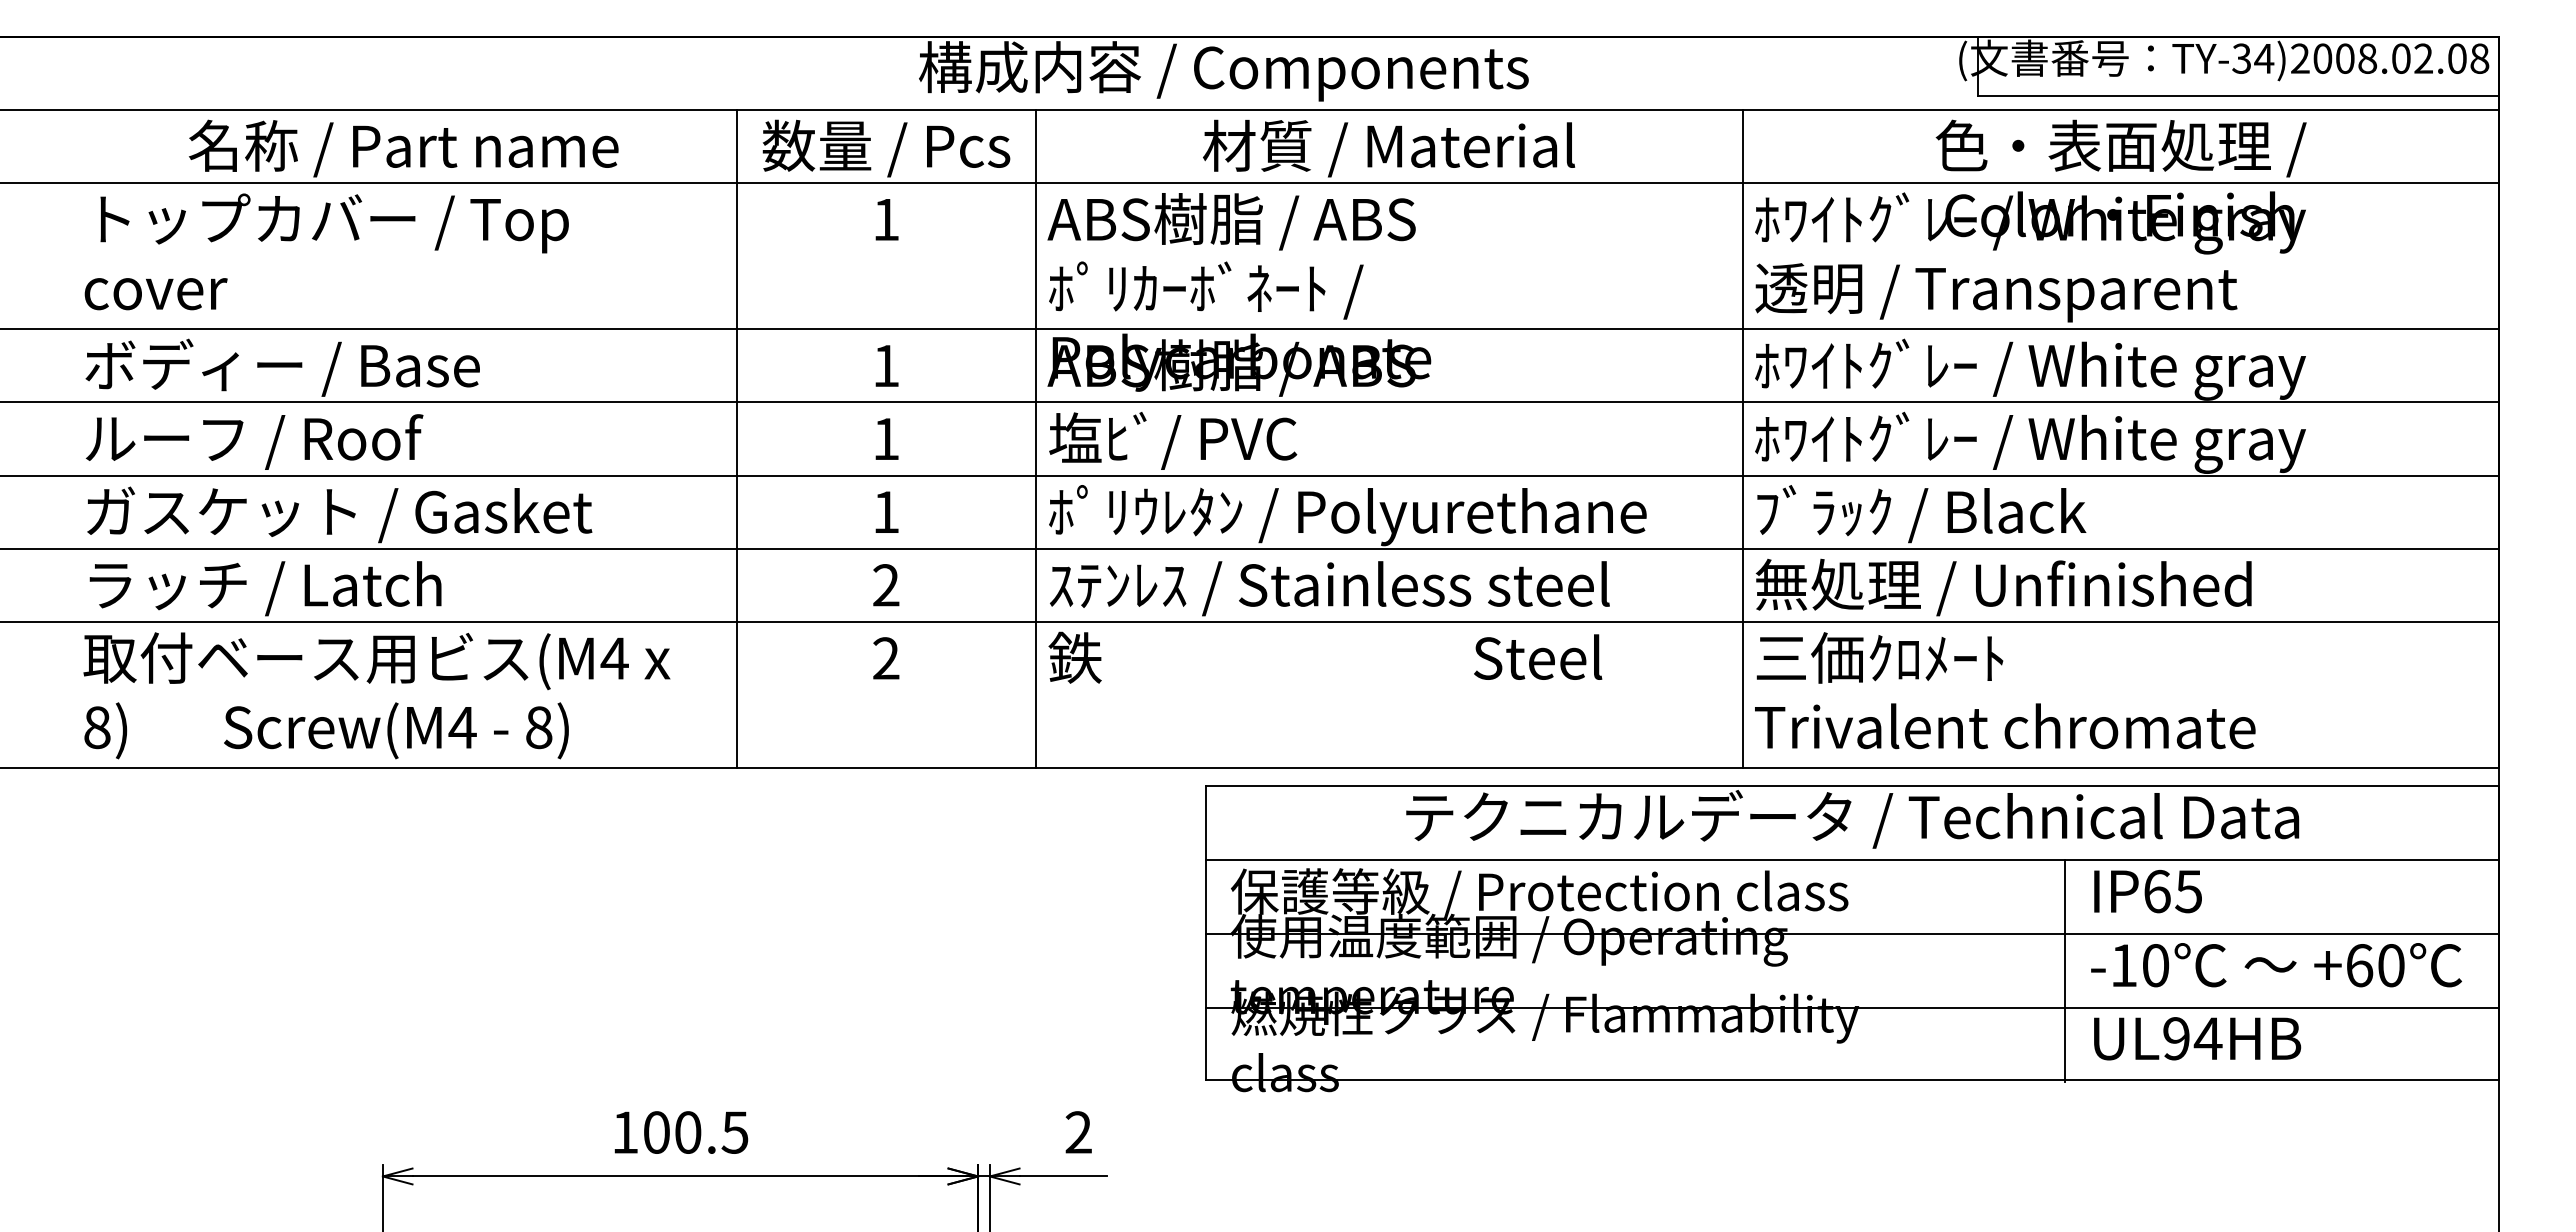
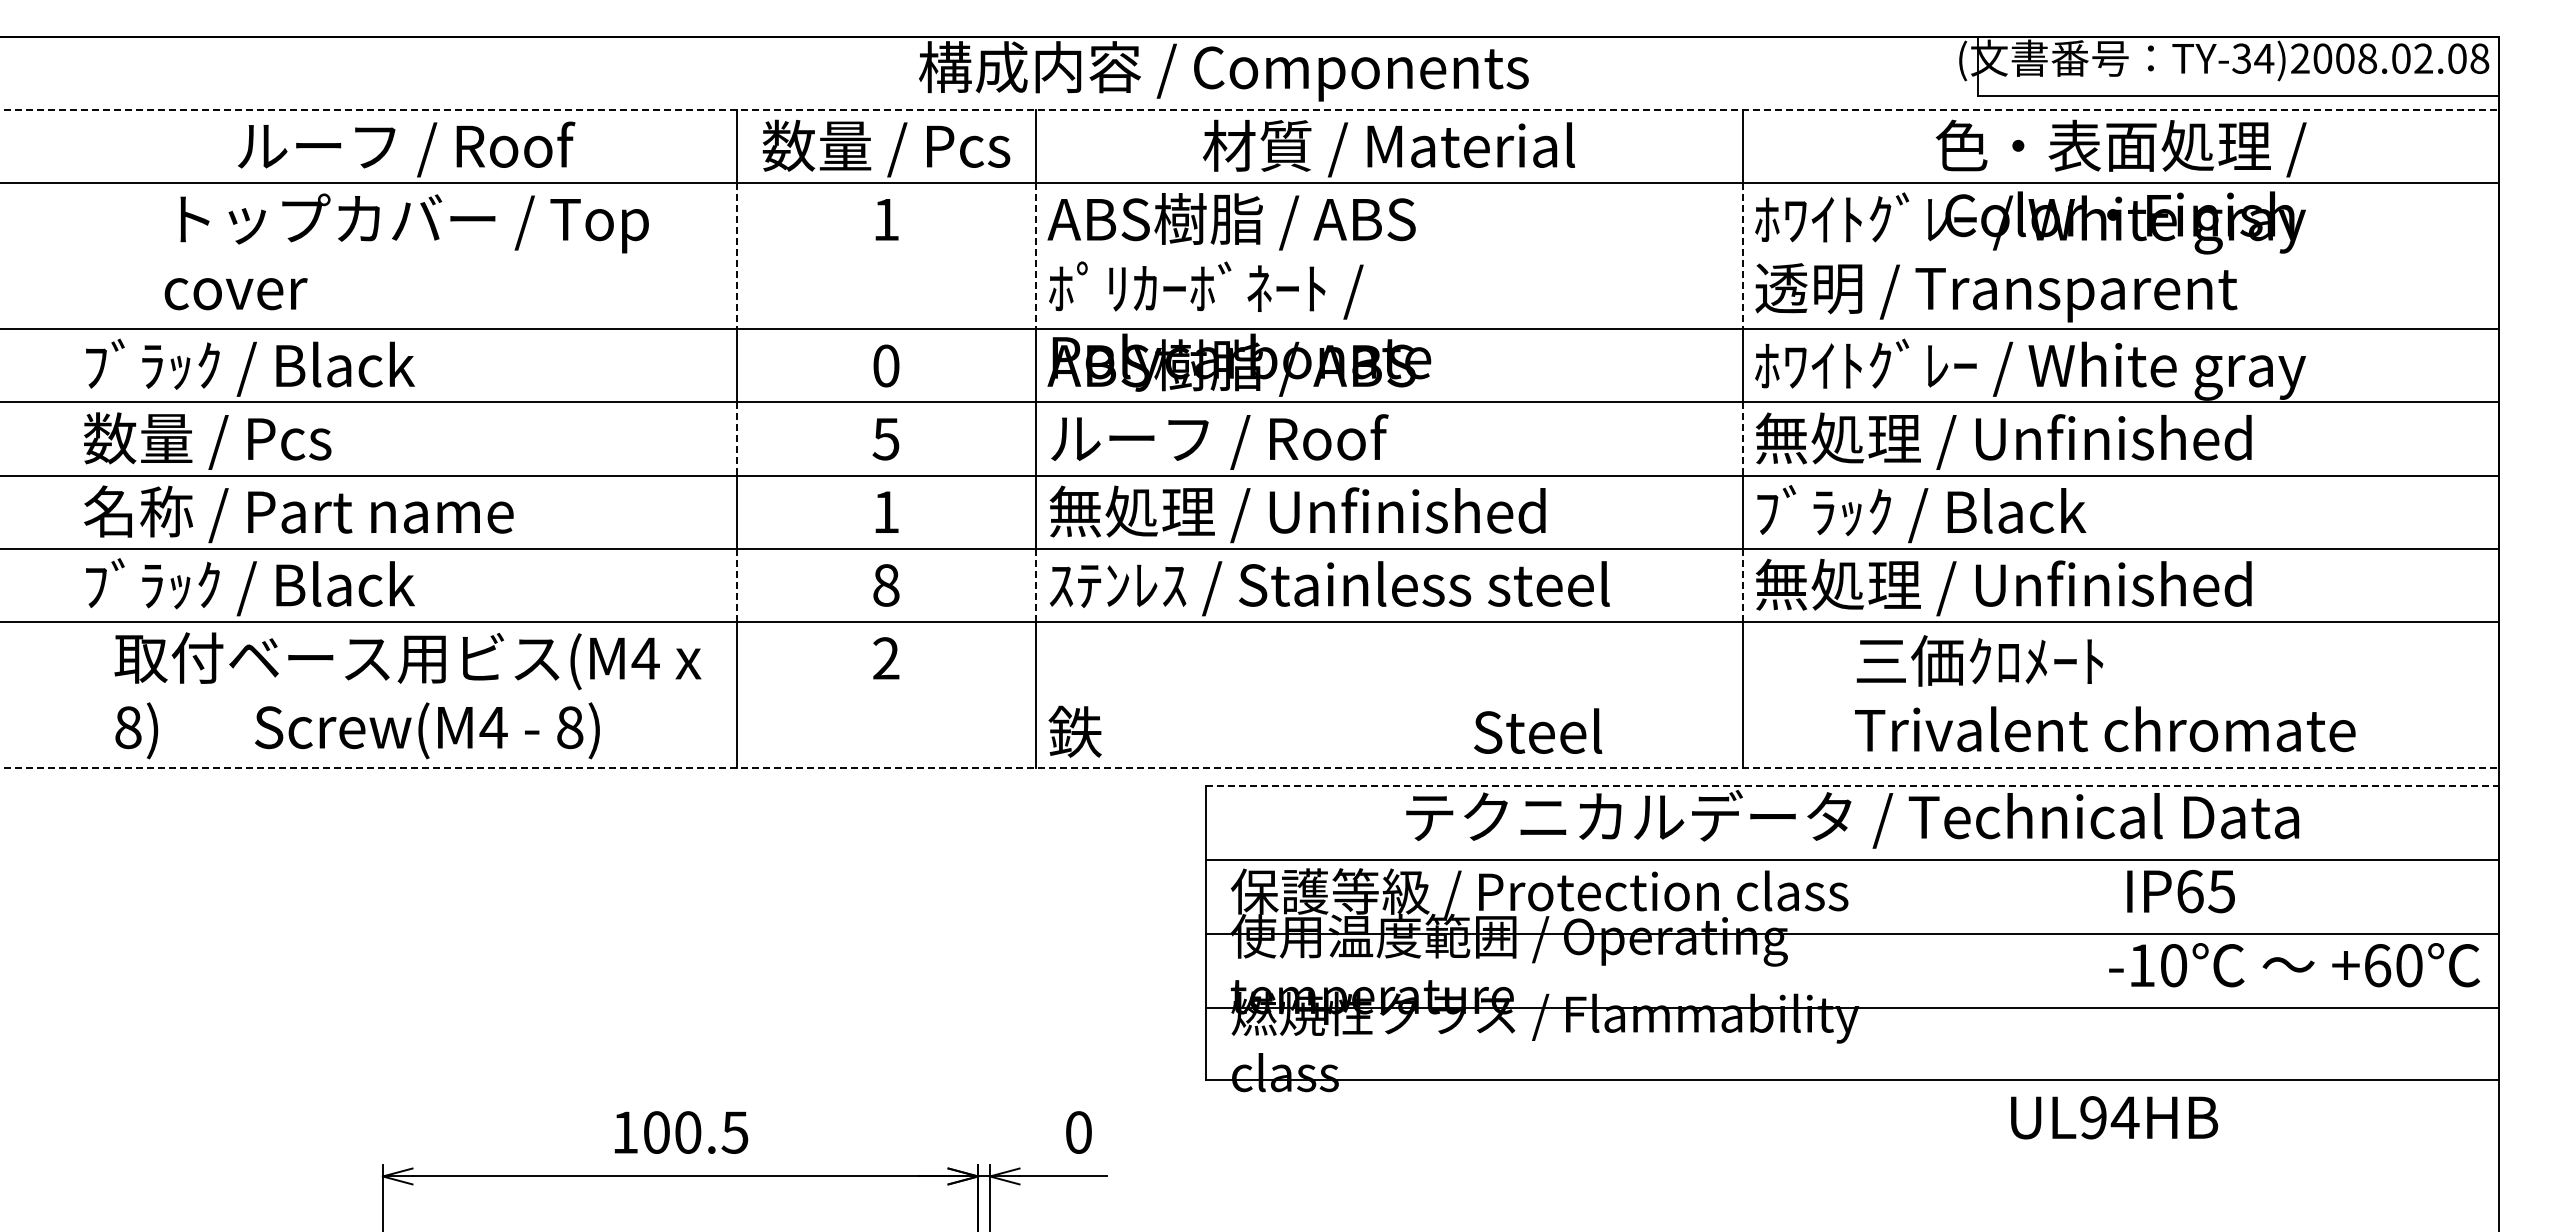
line at (1249, 109): solid -> dashed
text at (403, 148): 名称 / Part name -> ルーフ / Roof
text at (326, 251) position: (326, 251) -> (406, 251)
line at (736, 256): solid -> dashed
line at (1036, 256): solid -> dashed
line at (1742, 256): solid -> dashed
text at (886, 365): 1 -> 0
text at (282, 367): ボディー / Base -> ﾌﾞﾗｯｸ / Black
line at (736, 439): solid -> dashed
text at (885, 439): 1 -> 5
line at (1742, 439): solid -> dashed
text at (253, 440): ルーフ / Roof -> 数量 / Pcs
text at (1218, 440): 塩ﾋﾞ/ PVC -> ルーフ / Roof
text at (2030, 442): ﾎﾜｲﾄｸﾞﾚｰ / White gray -> 無処理 / Unfinished
text at (338, 514): ガスケット / Gasket -> 名称 / Part name
text at (1347, 515): ﾎﾟﾘｳﾚﾀﾝ / Polyurethane -> 無処理 / Unfinished
line at (736, 585): solid -> dashed
text at (886, 585): 2 -> 8
line at (1036, 585): solid -> dashed
line at (1742, 585): solid -> dashed
text at (263, 587): ラッチ / Latch -> ﾌﾞﾗｯｸ / Black
text at (1325, 657) position: (1325, 657) -> (1325, 731)
text at (2005, 690) position: (2005, 690) -> (2105, 693)
text at (376, 695) position: (376, 695) -> (407, 695)
line at (1249, 768): solid -> dashed
line at (1852, 785): solid -> dashed
text at (2147, 891) position: (2147, 891) -> (2180, 891)
text at (2276, 965) position: (2276, 965) -> (2294, 965)
line at (2064, 971): present -> none
text at (2197, 1038) position: (2197, 1038) -> (2114, 1117)
text at (1078, 1132): 2 -> 0
